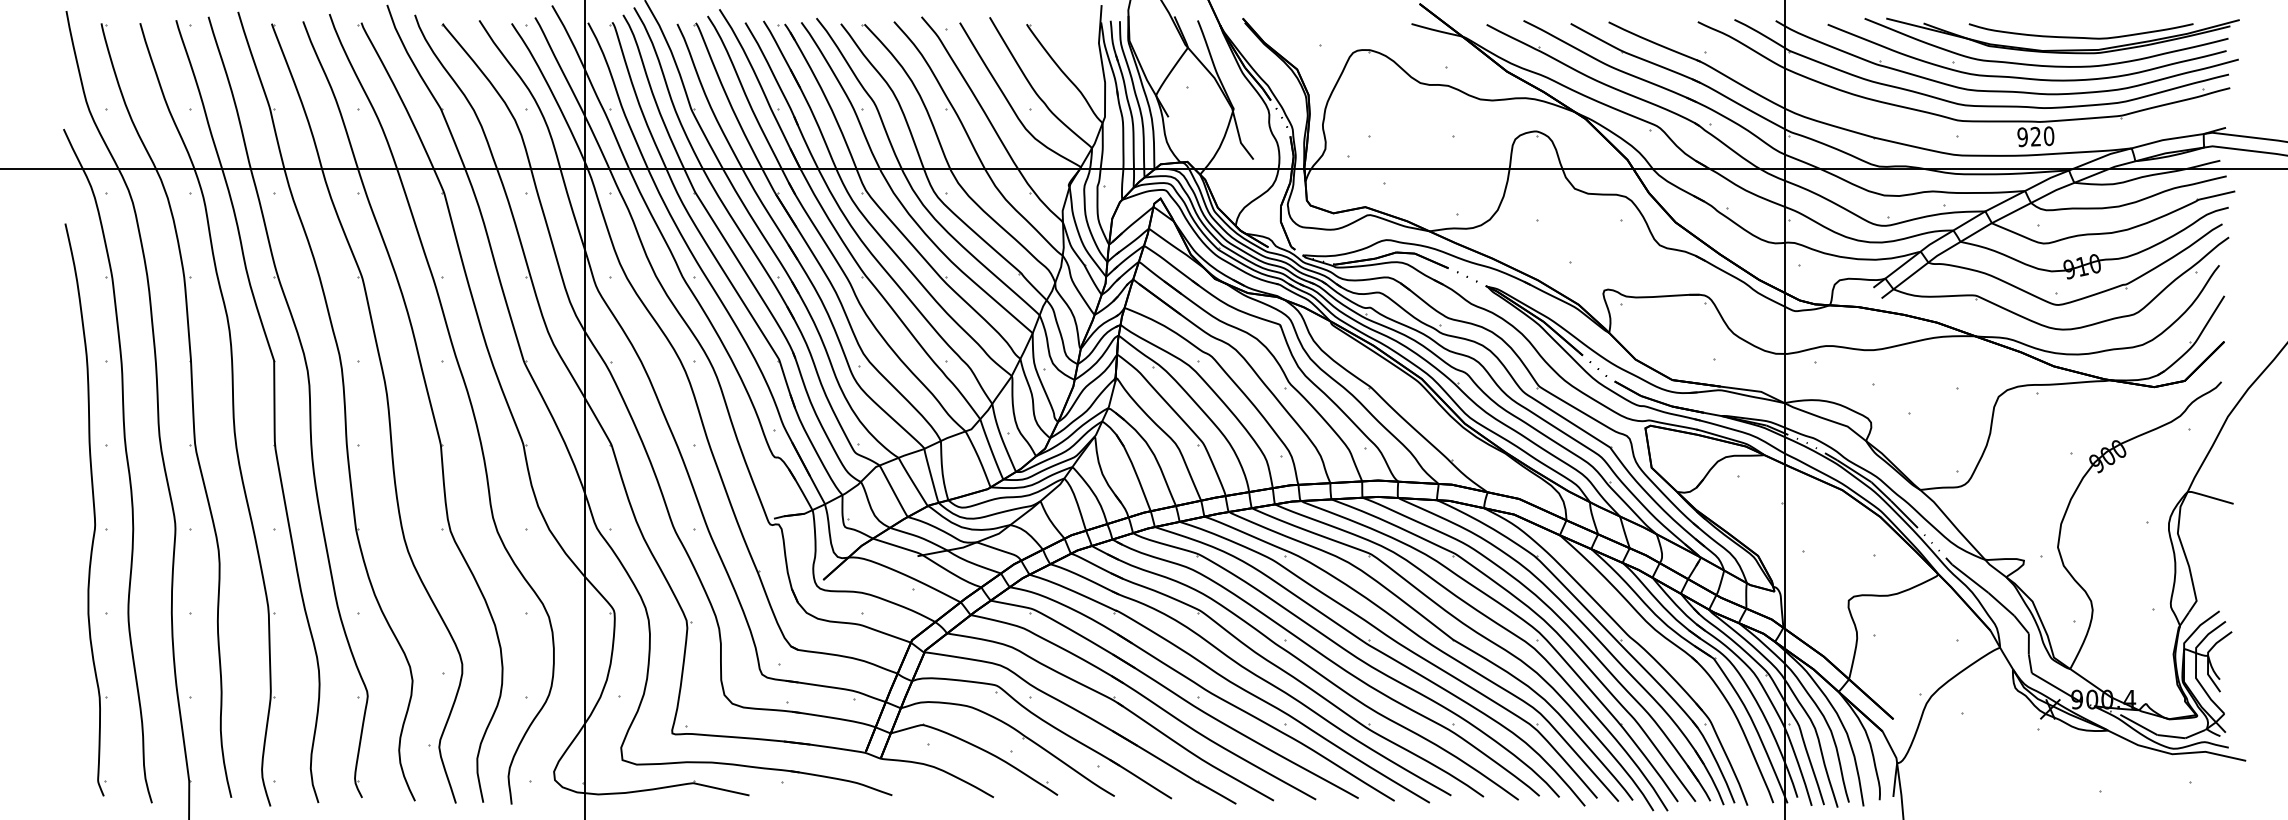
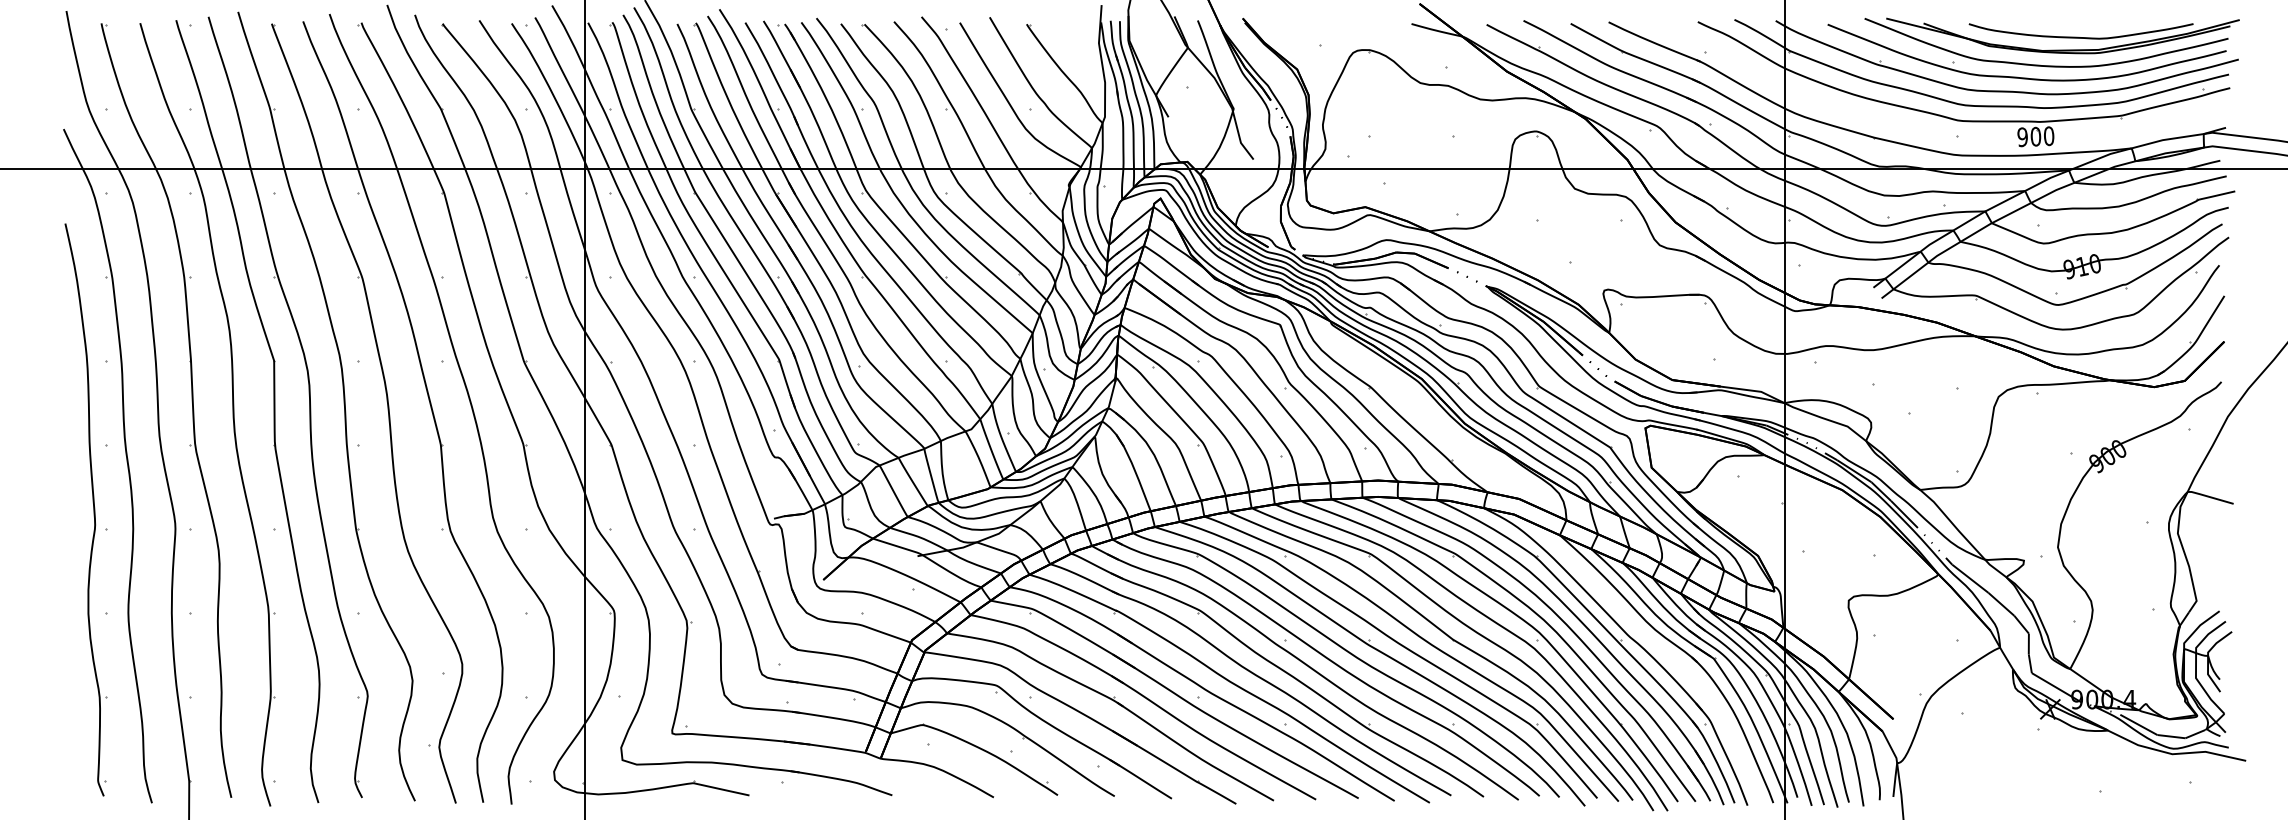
text at (2035, 136): 920 -> 900
